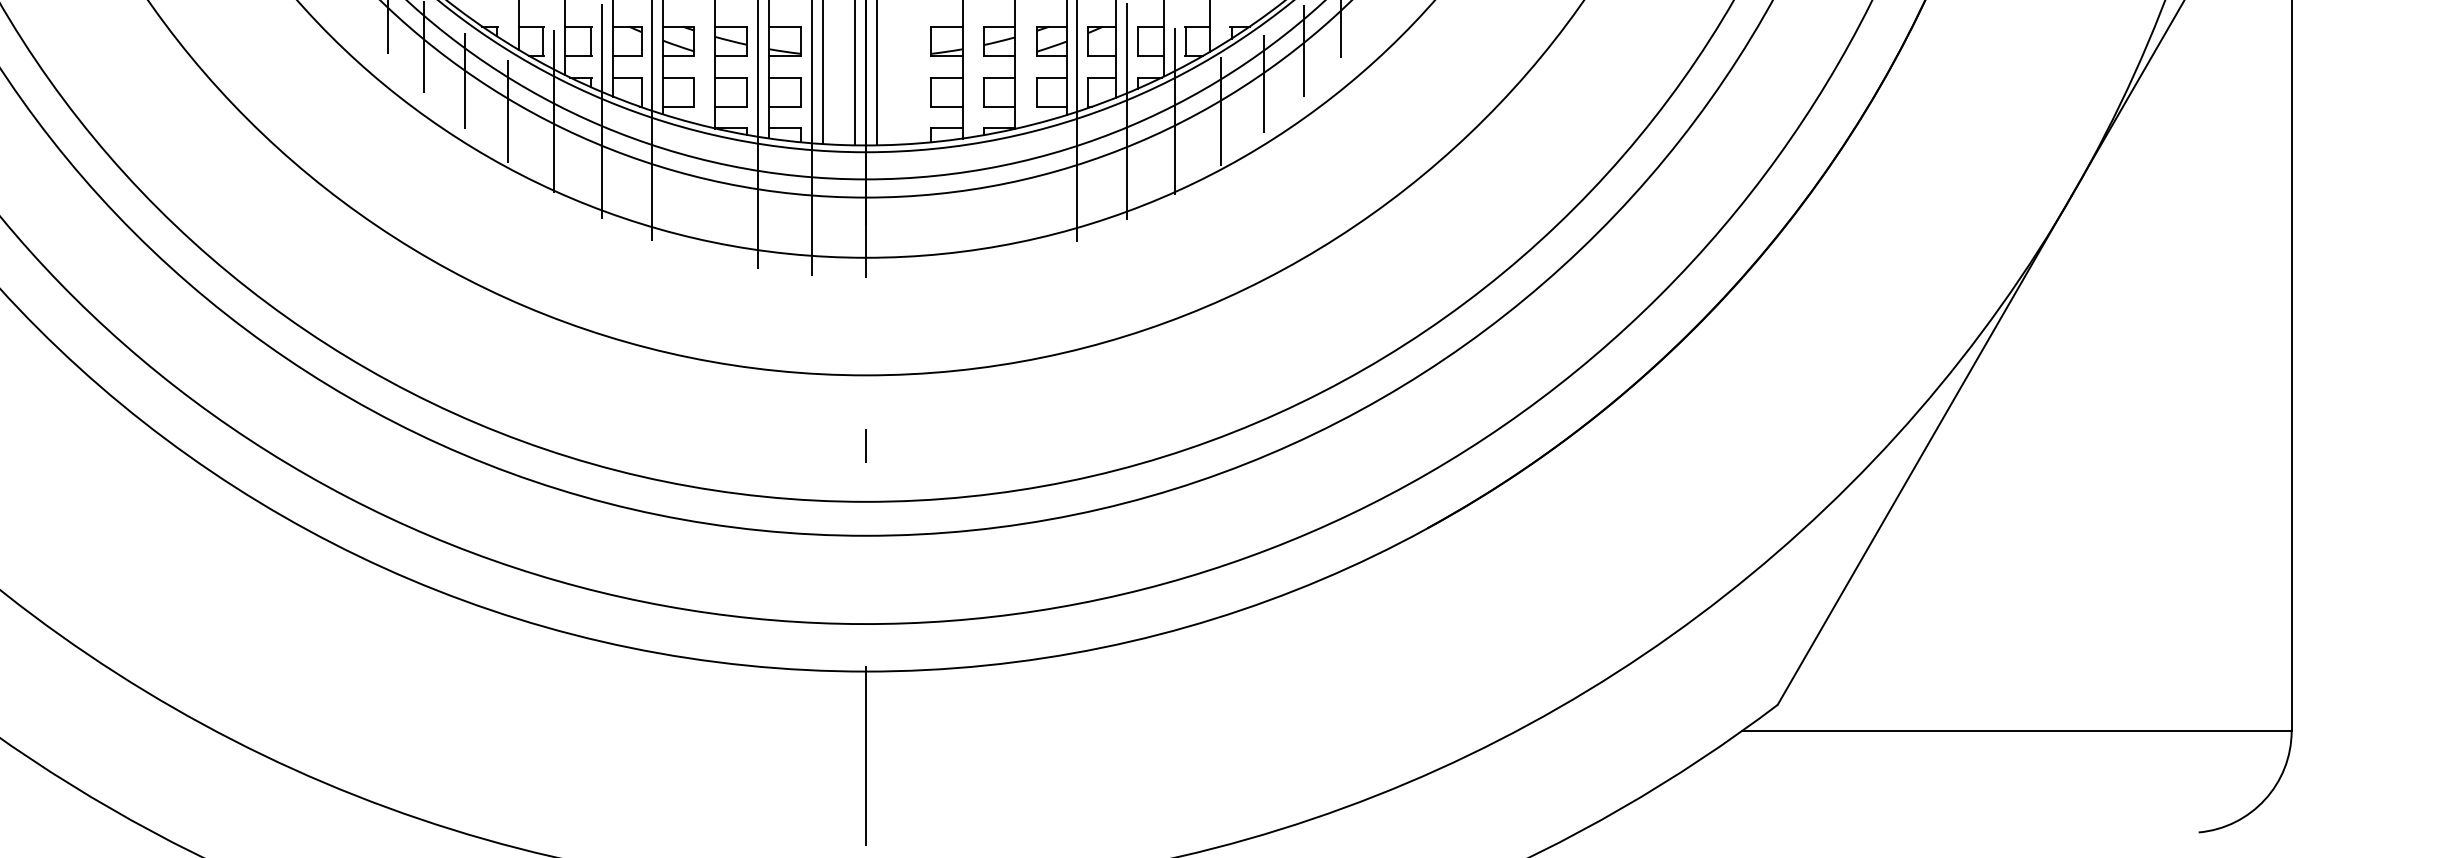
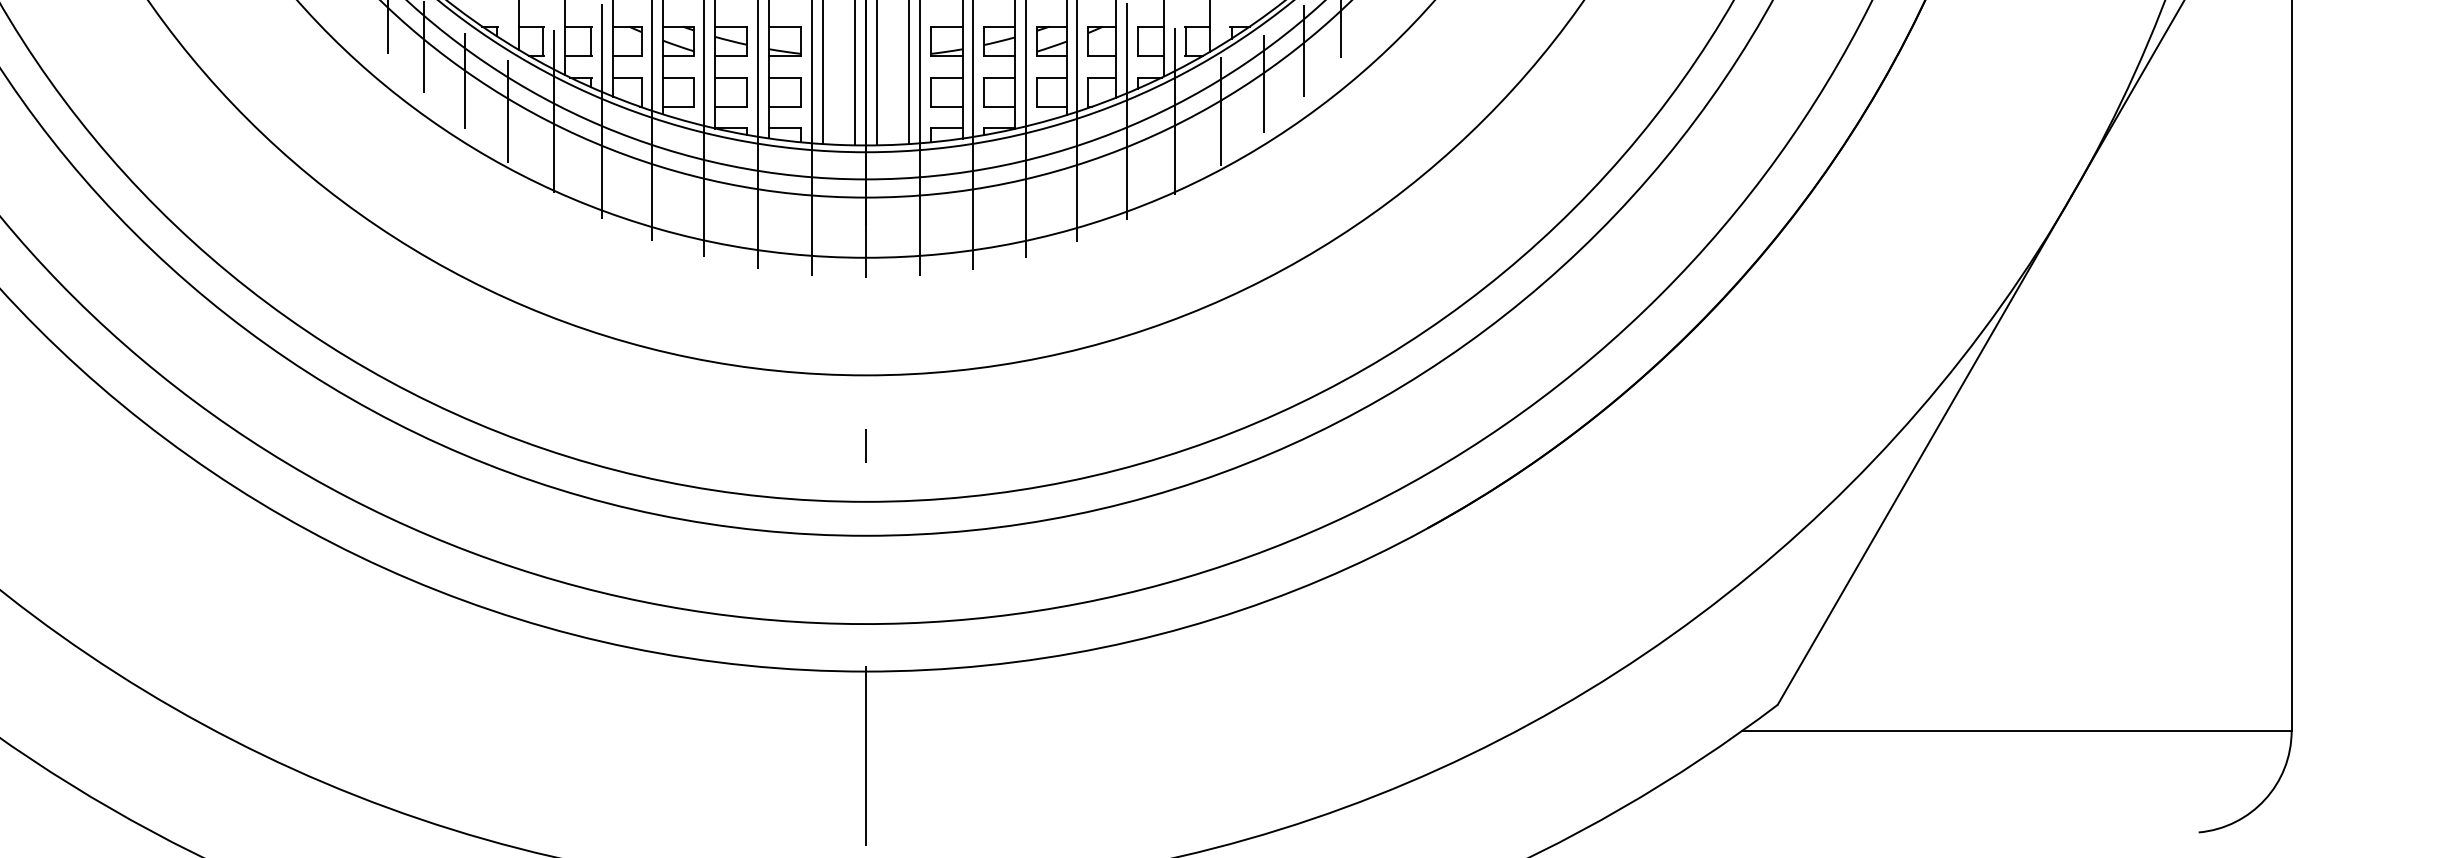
line at (909, 73): none -> present
line at (704, 129): none -> present
line at (1025, 129): none -> present
line at (973, 135): none -> present
line at (919, 139): none -> present
